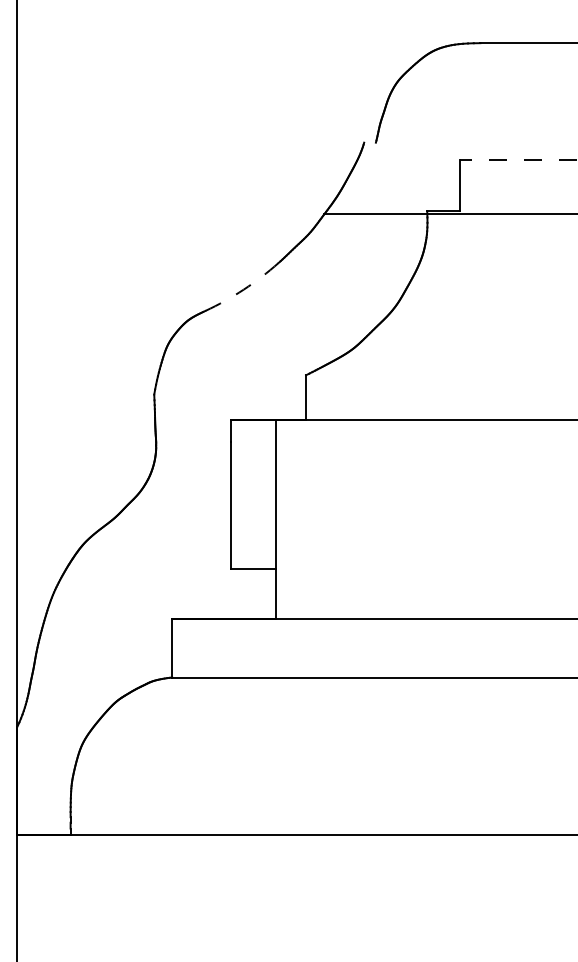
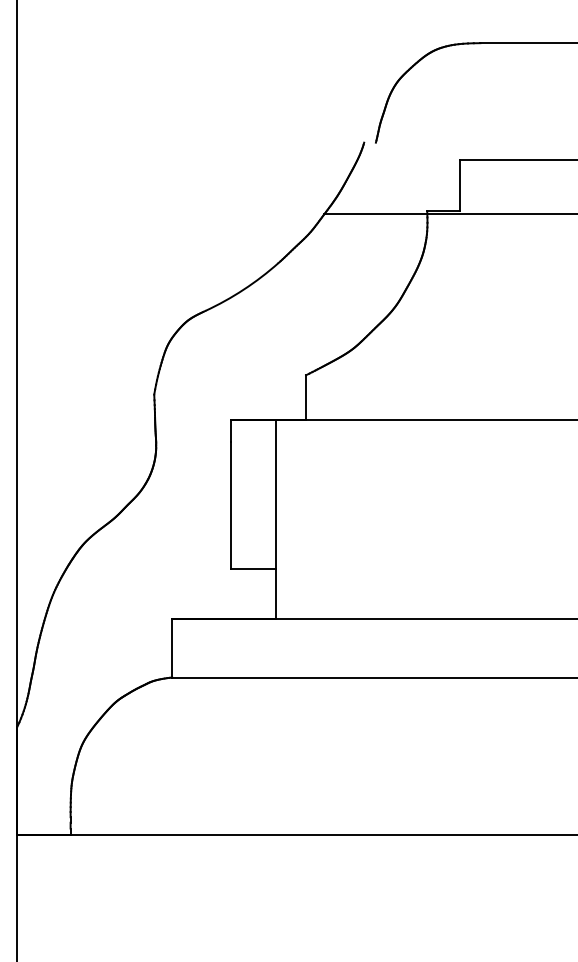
line at (519, 159): dashed -> solid
arc at (243, 289): dashed -> solid
